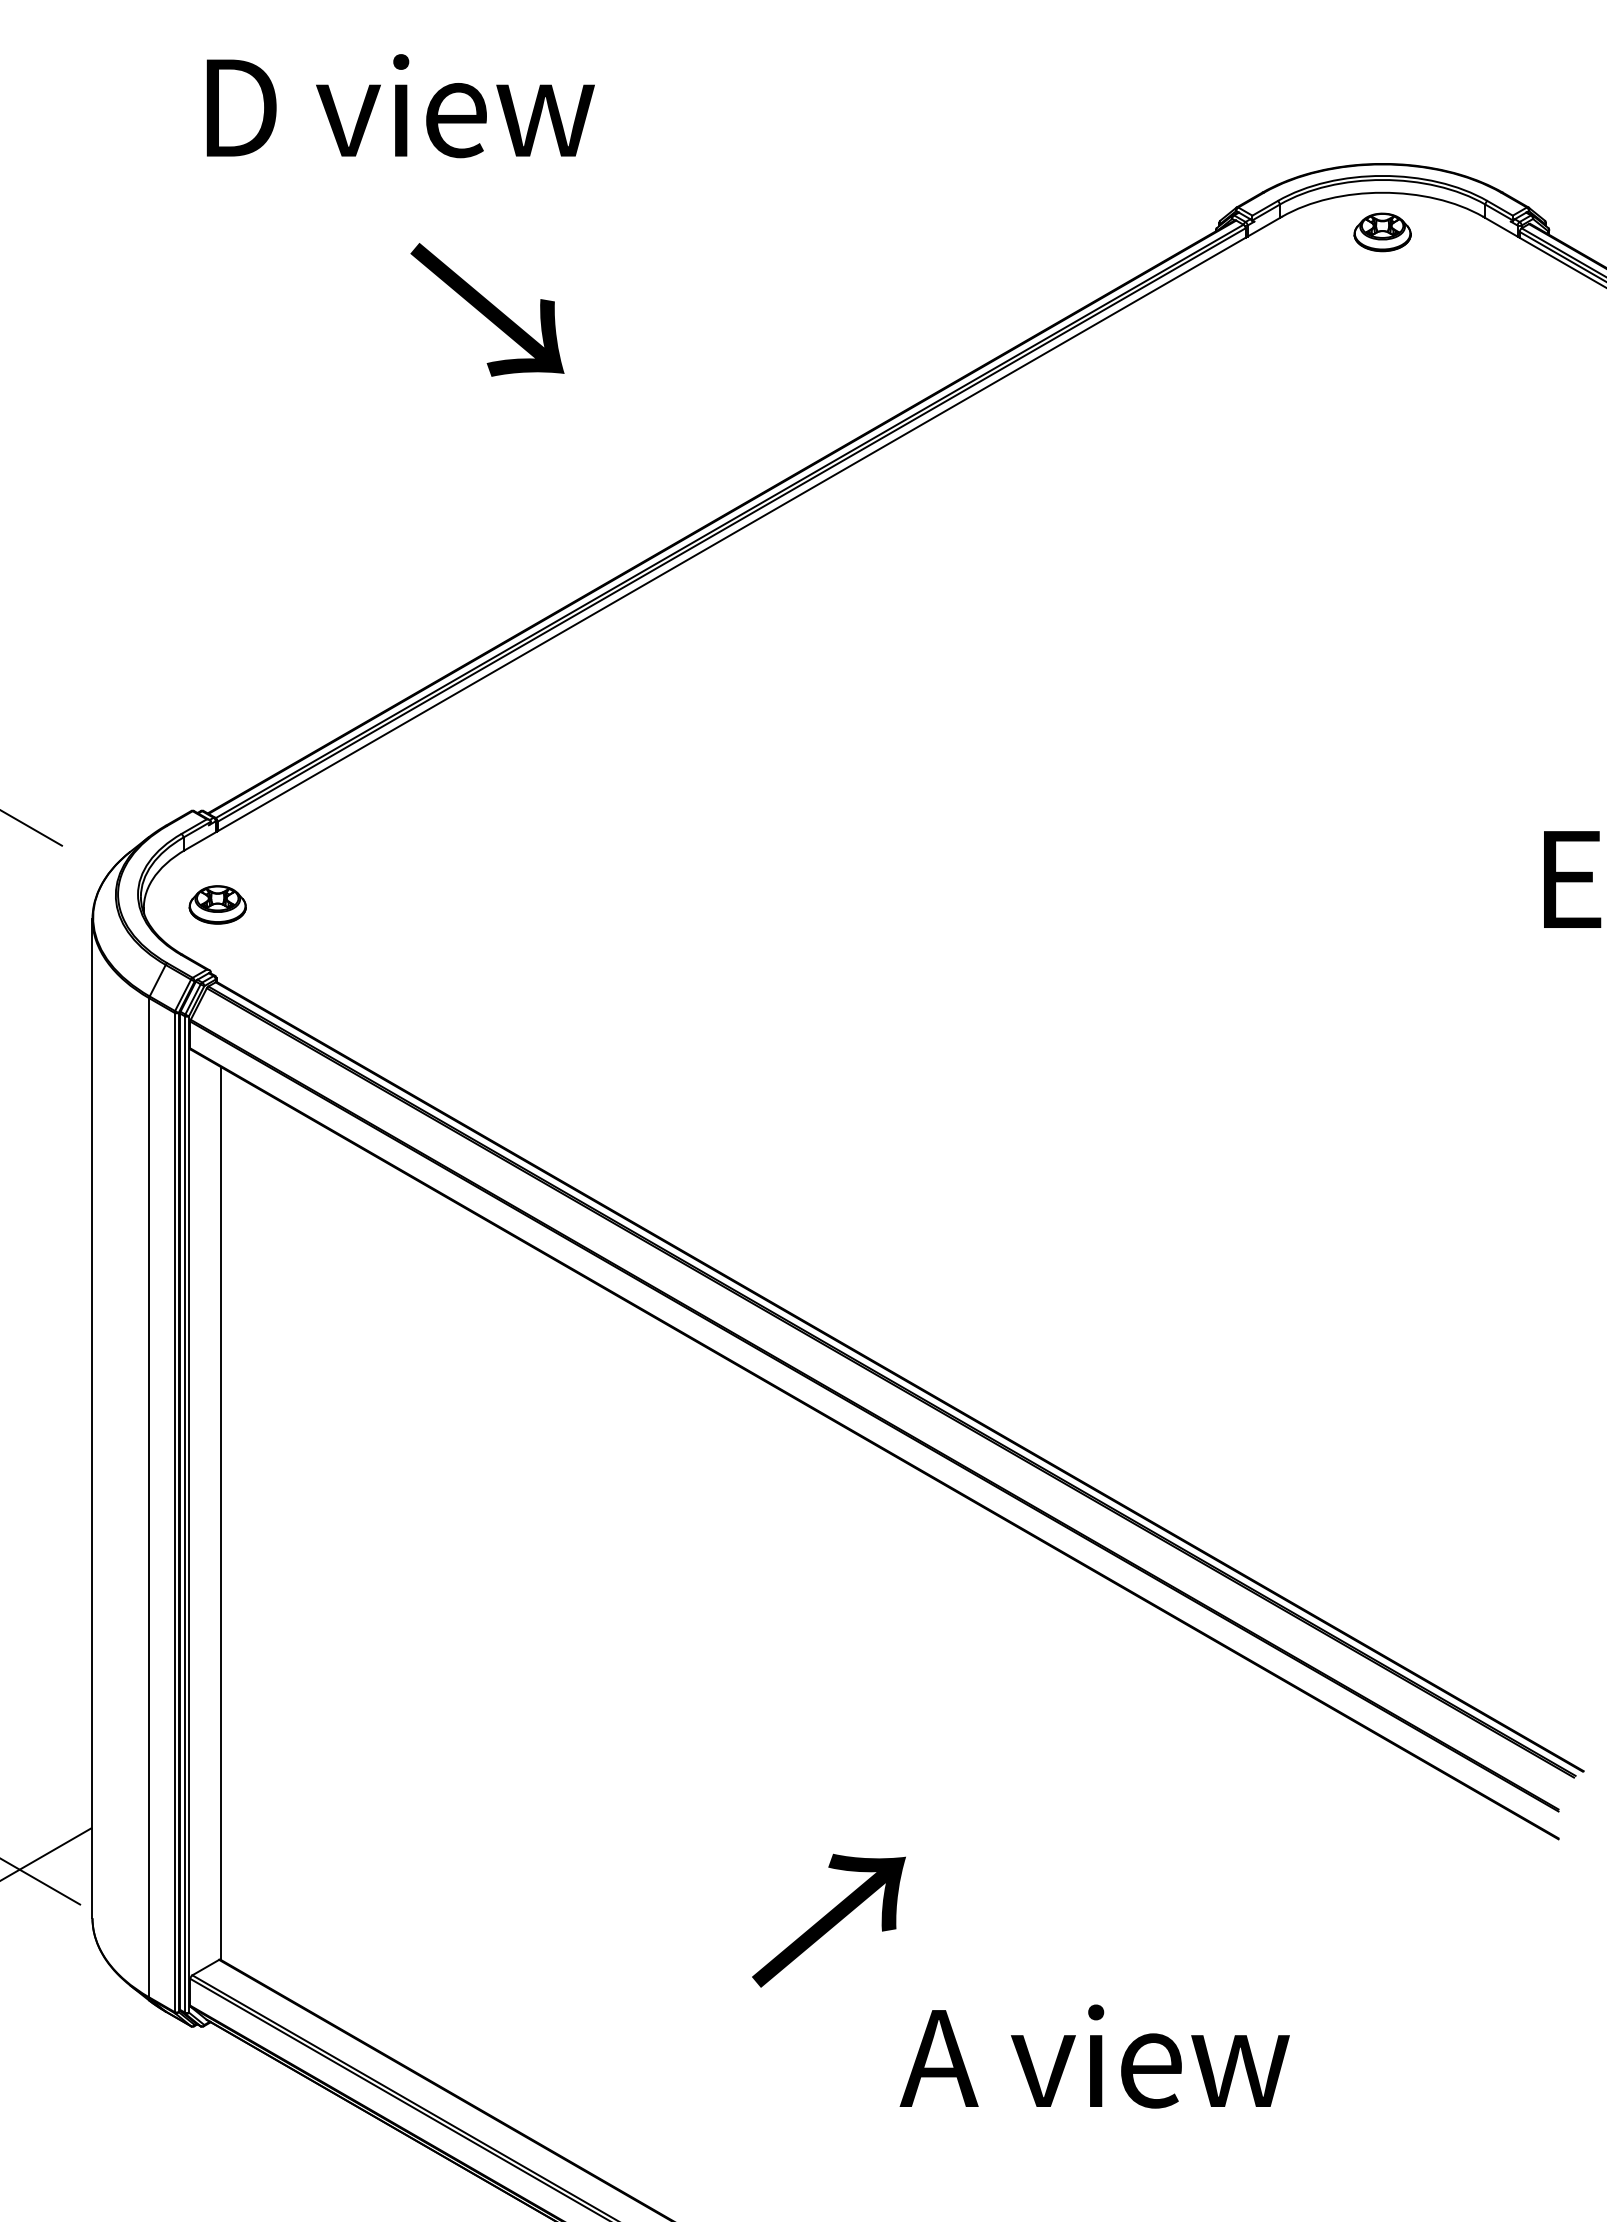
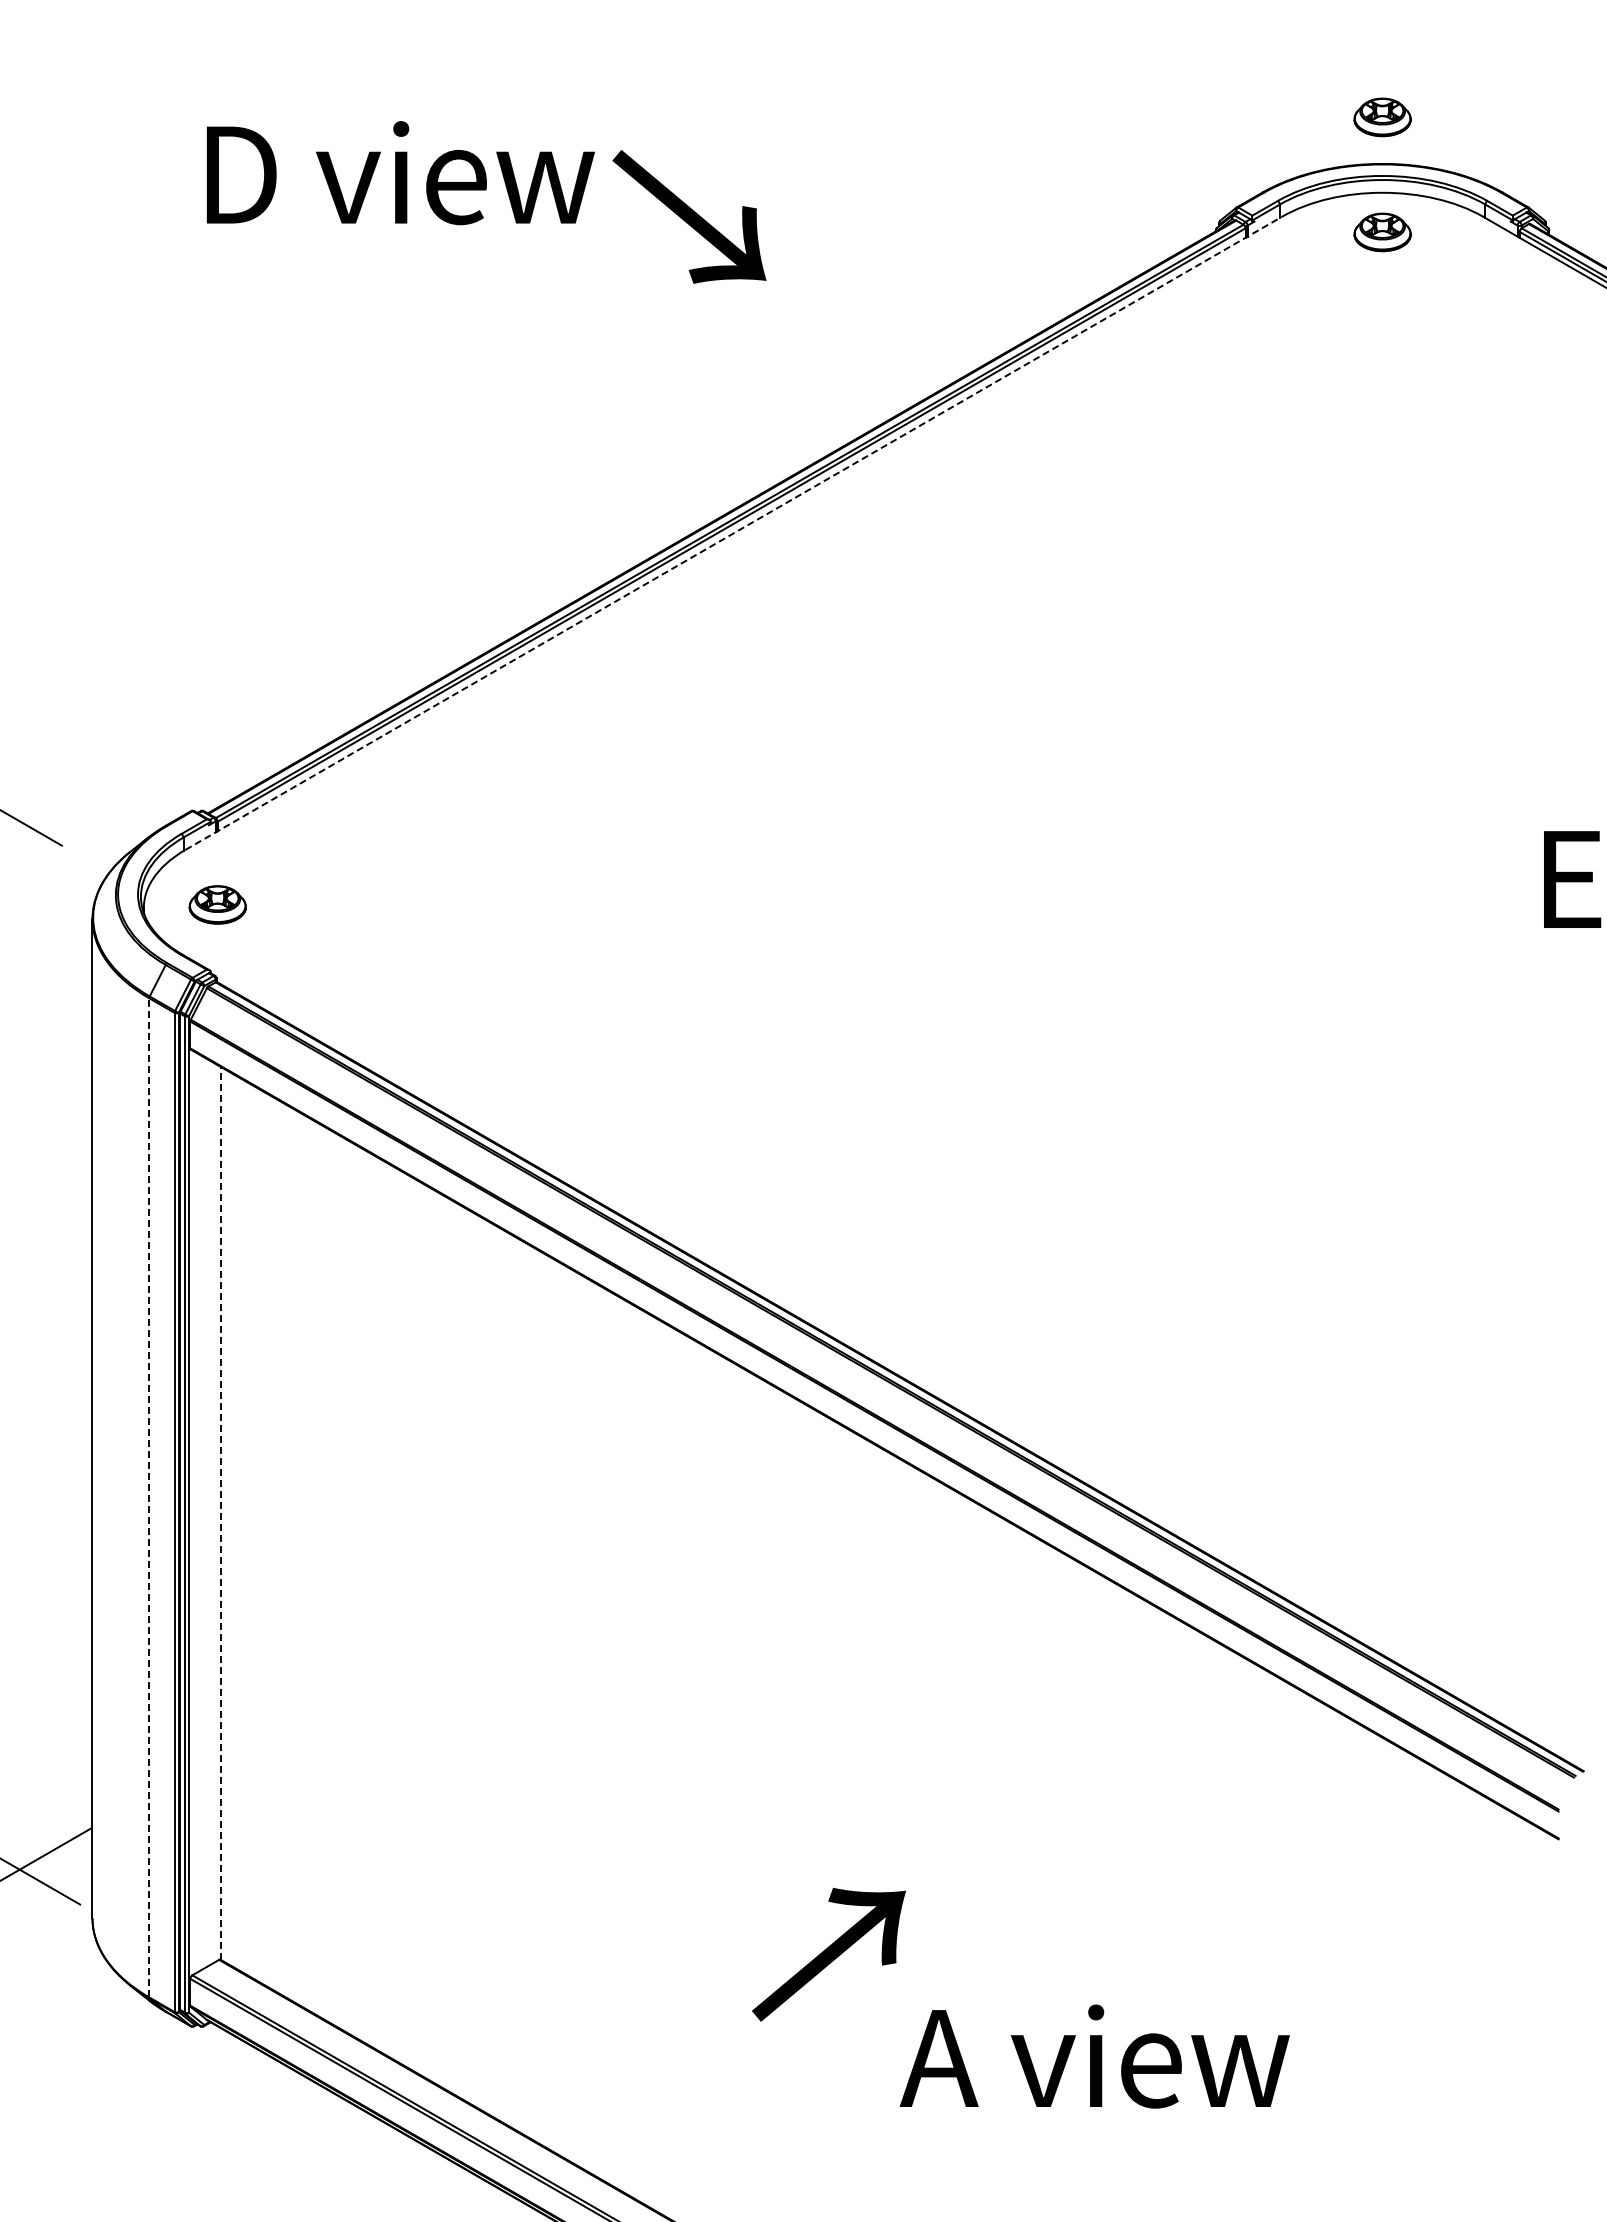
text at (400, 106) position: (400, 106) -> (400, 173)
part at (1382, 117): none -> present
text at (487, 309) position: (487, 309) -> (689, 216)
line at (733, 533): solid -> dashed
line at (149, 1497): solid -> dashed
line at (221, 1513): solid -> dashed
text at (828, 1920) position: (828, 1920) -> (828, 1954)
